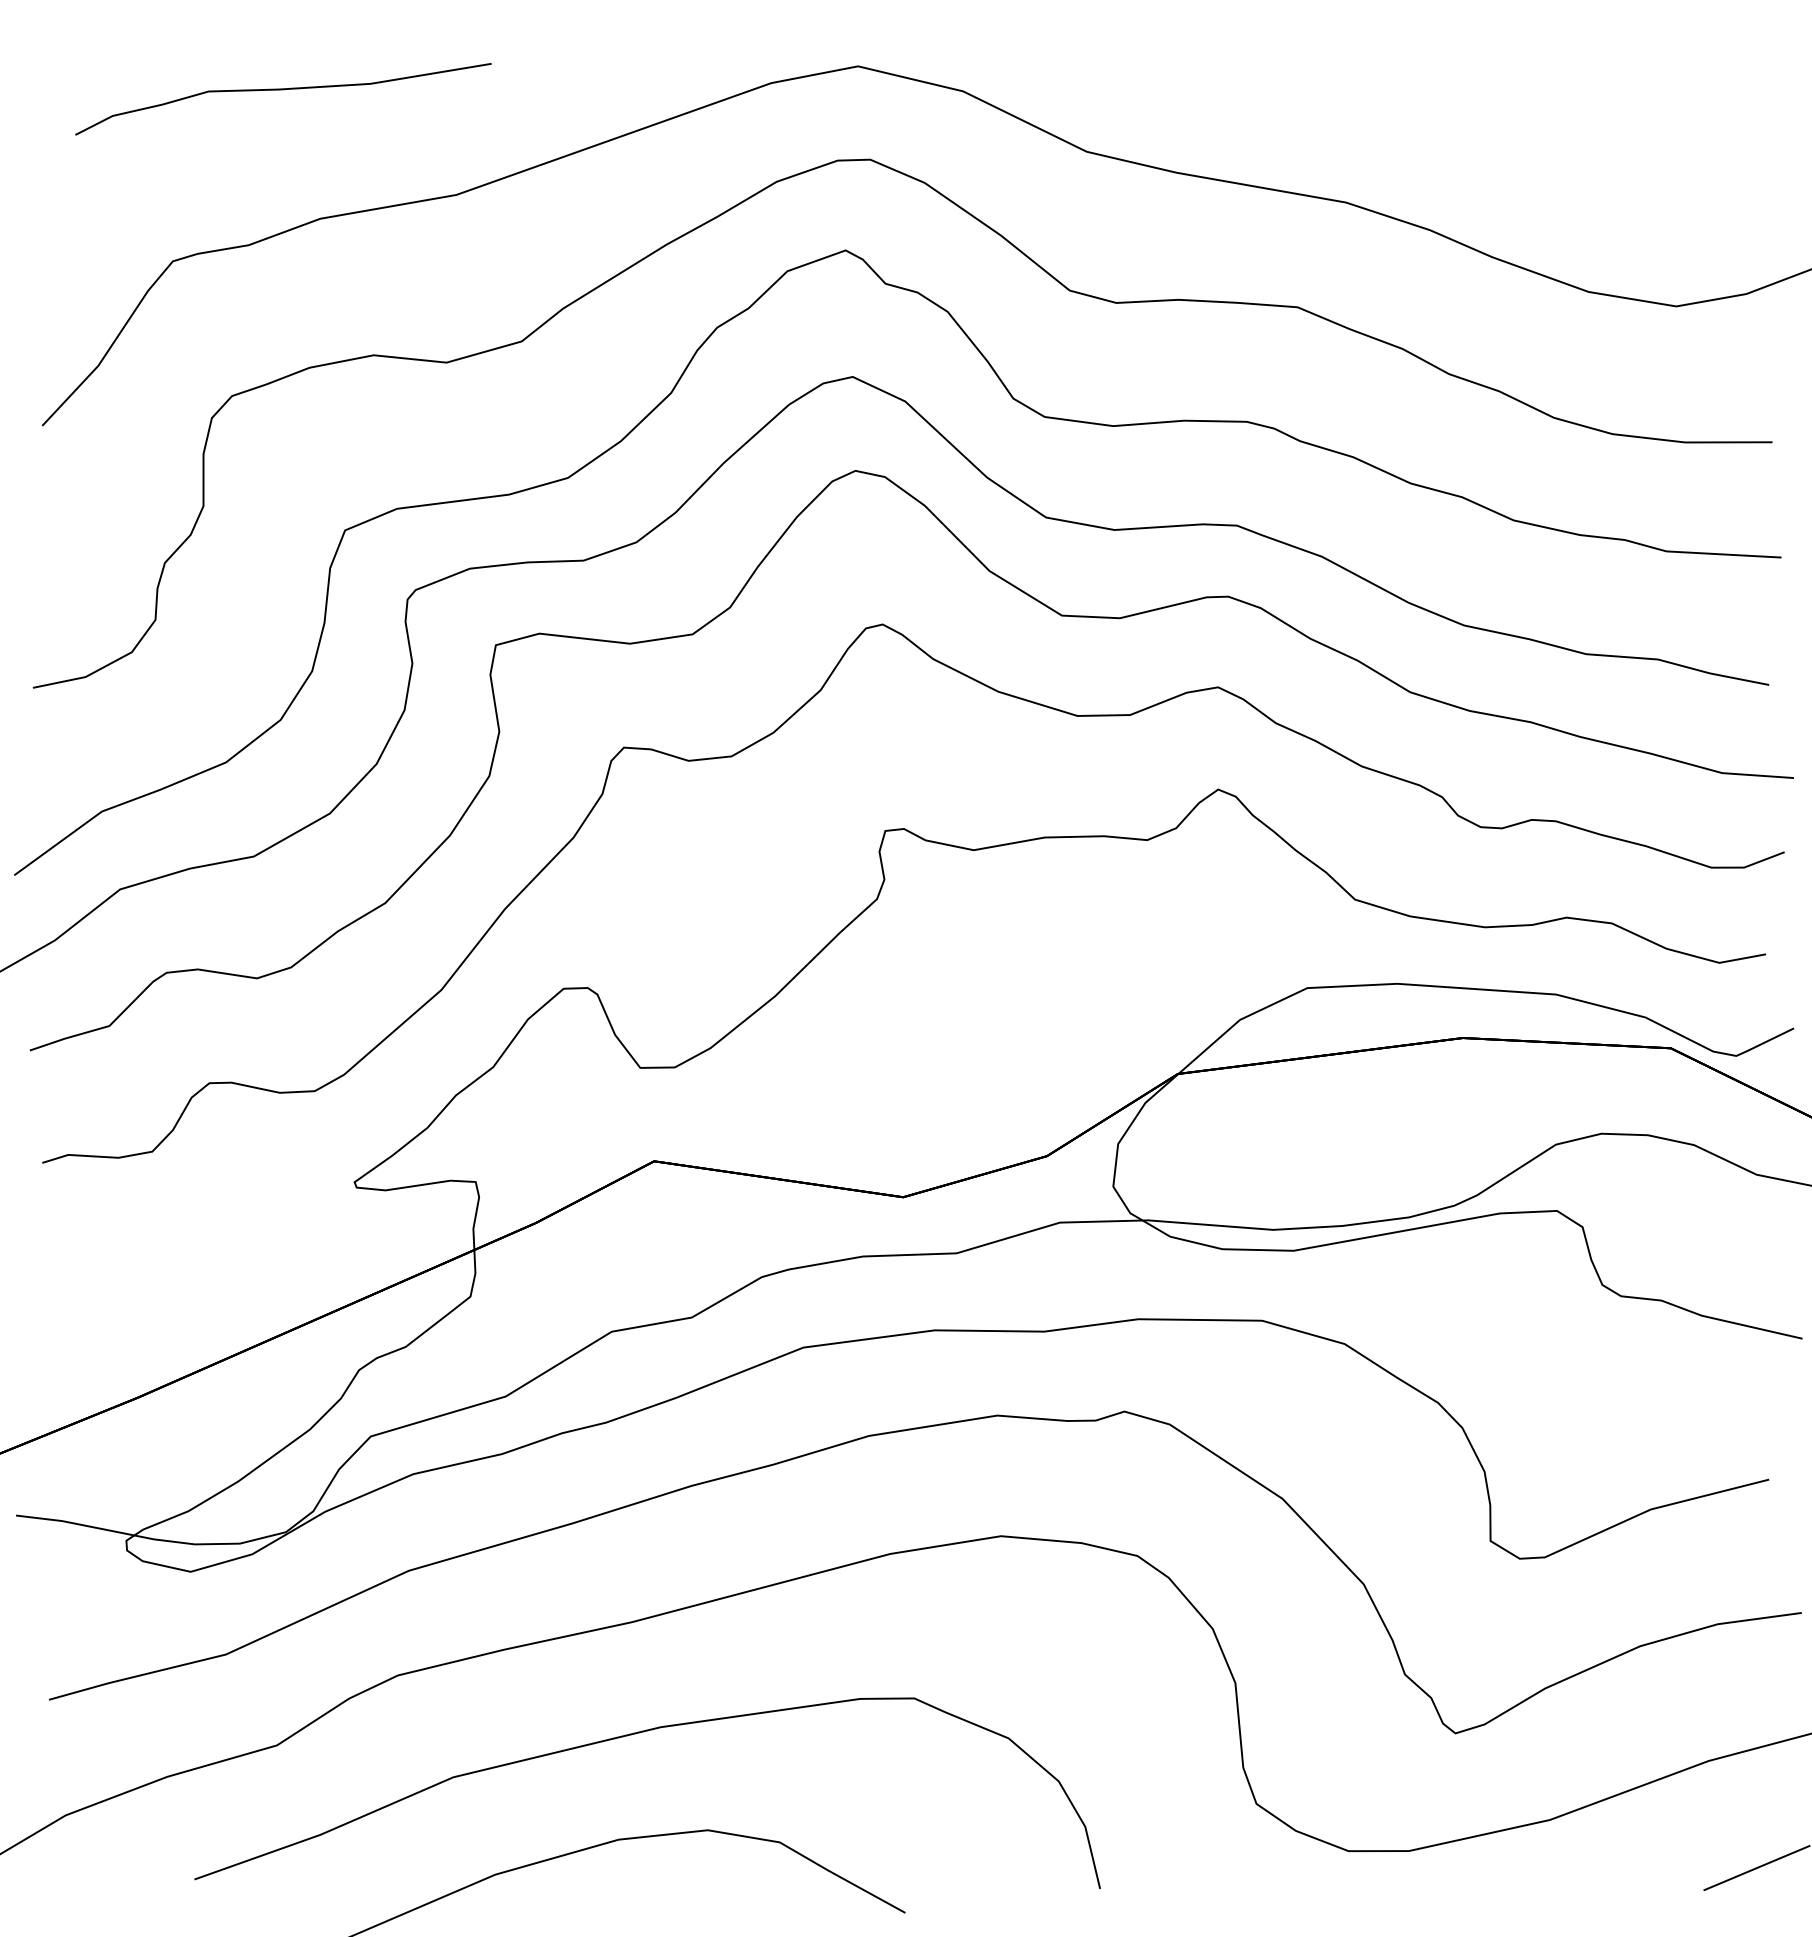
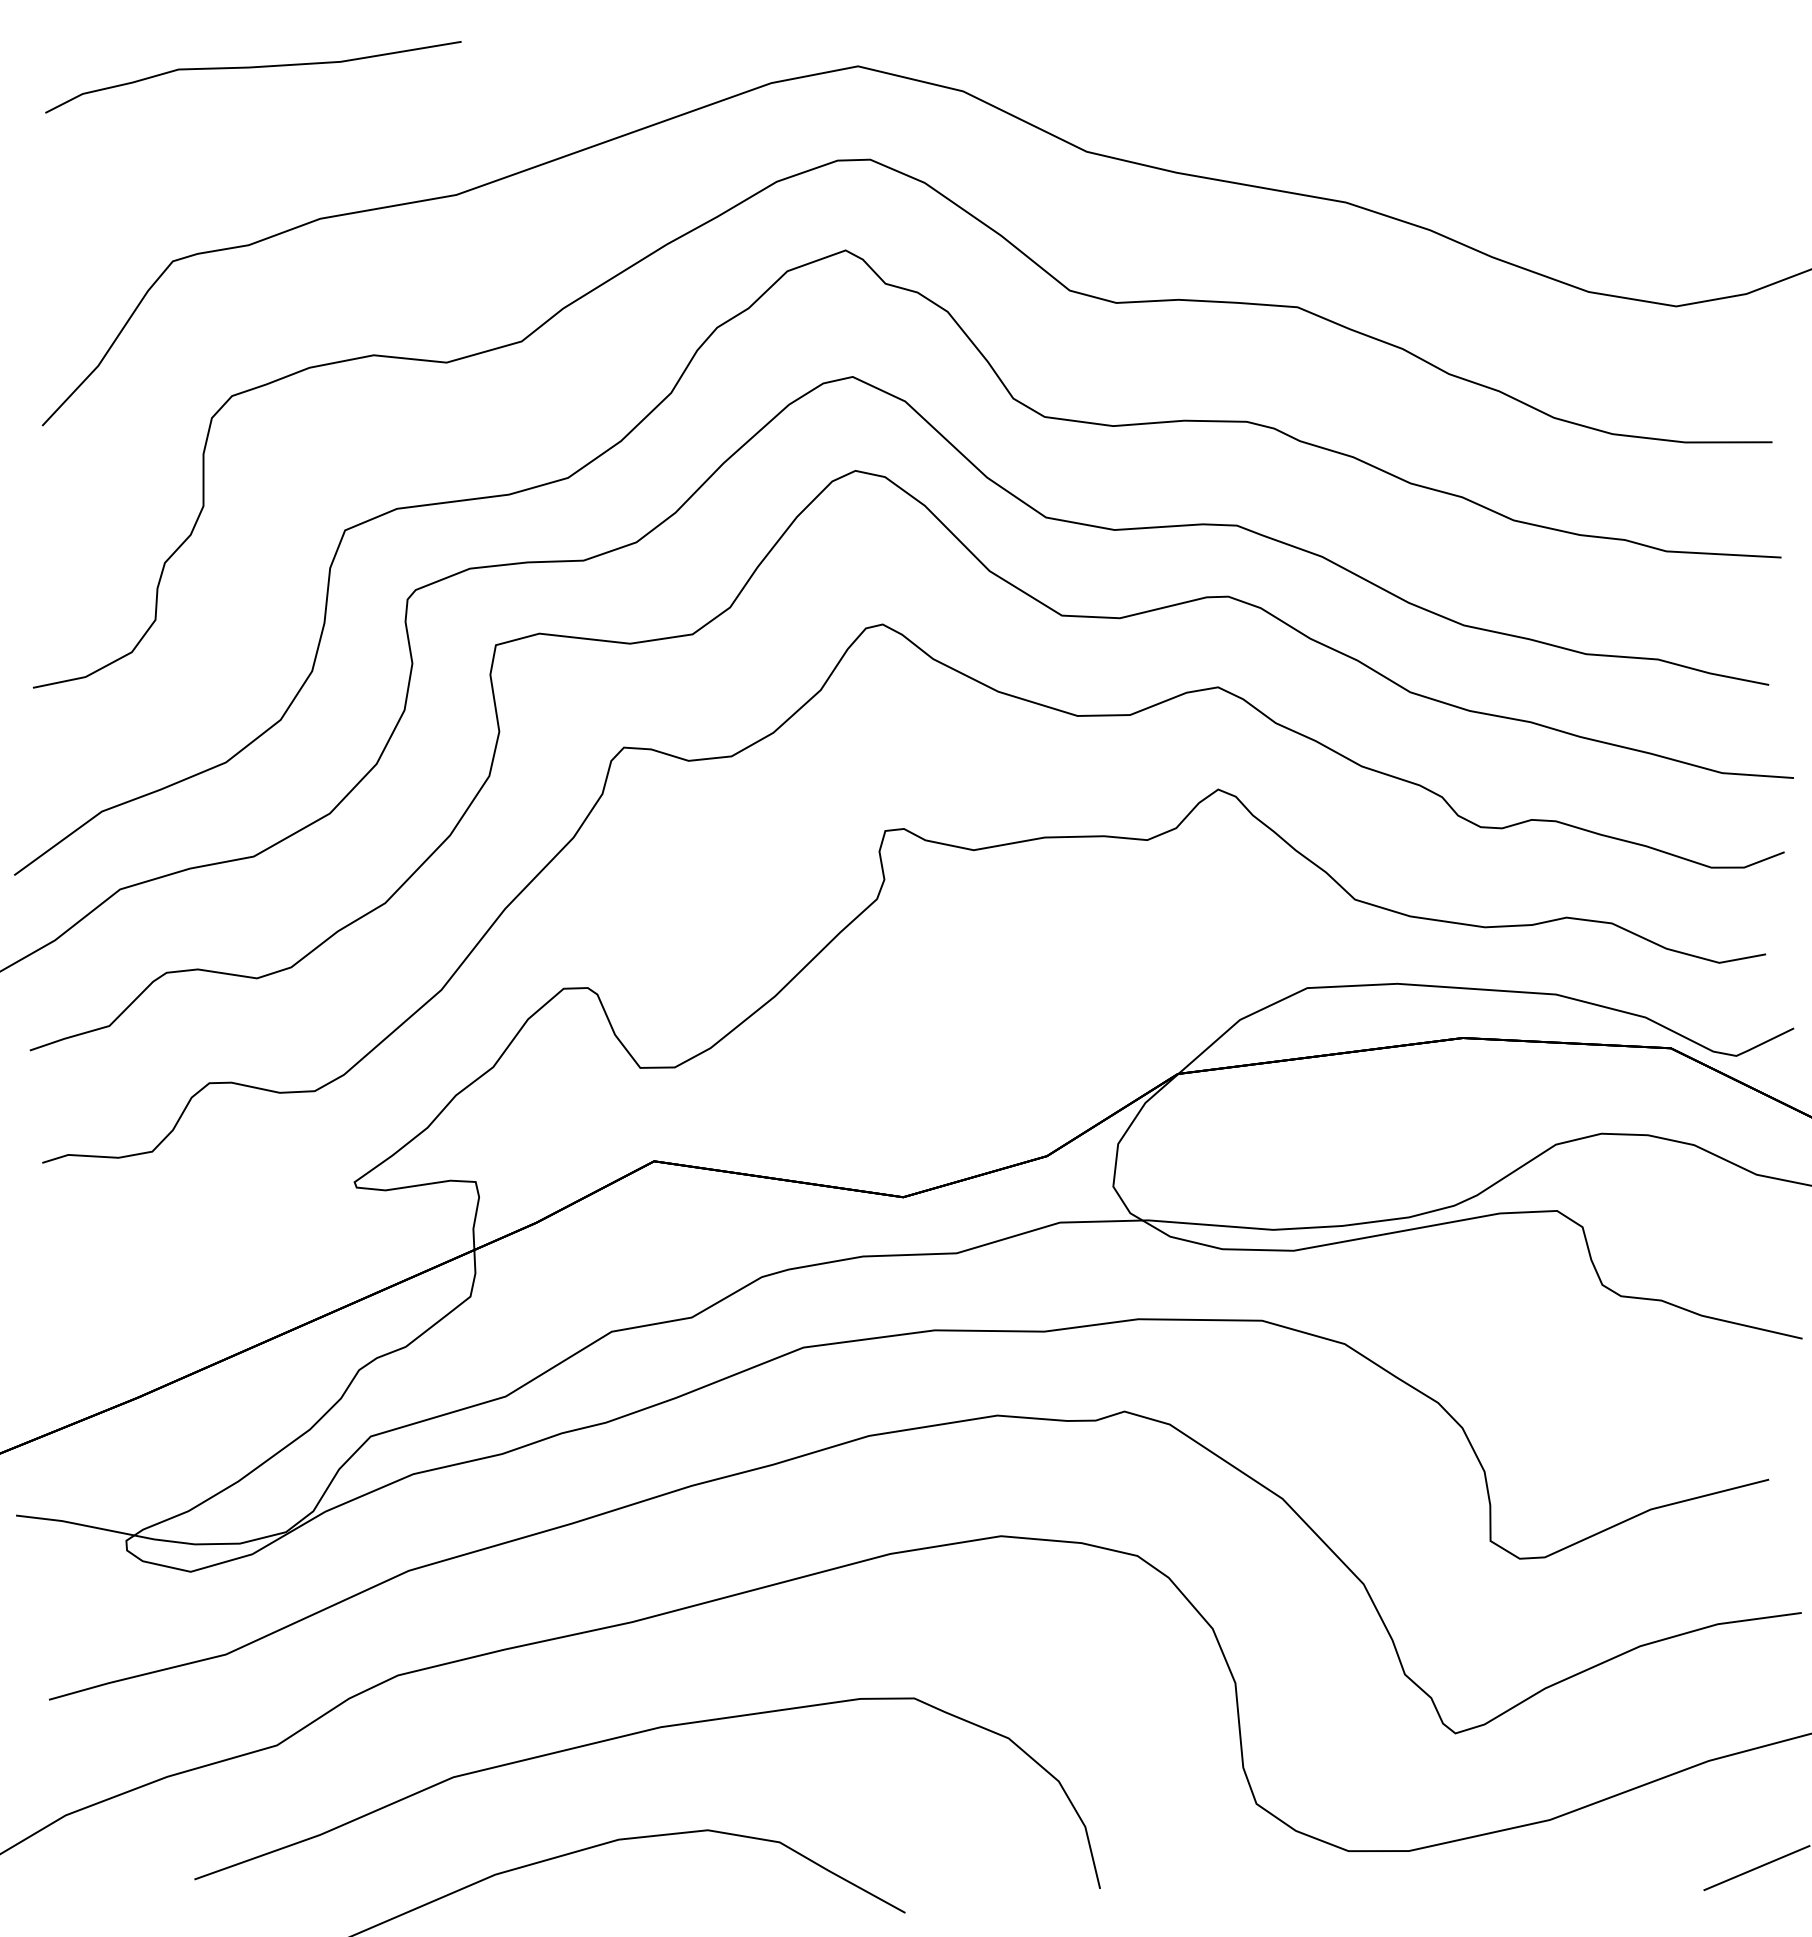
curve at (283, 90) position: (283, 90) -> (253, 68)
